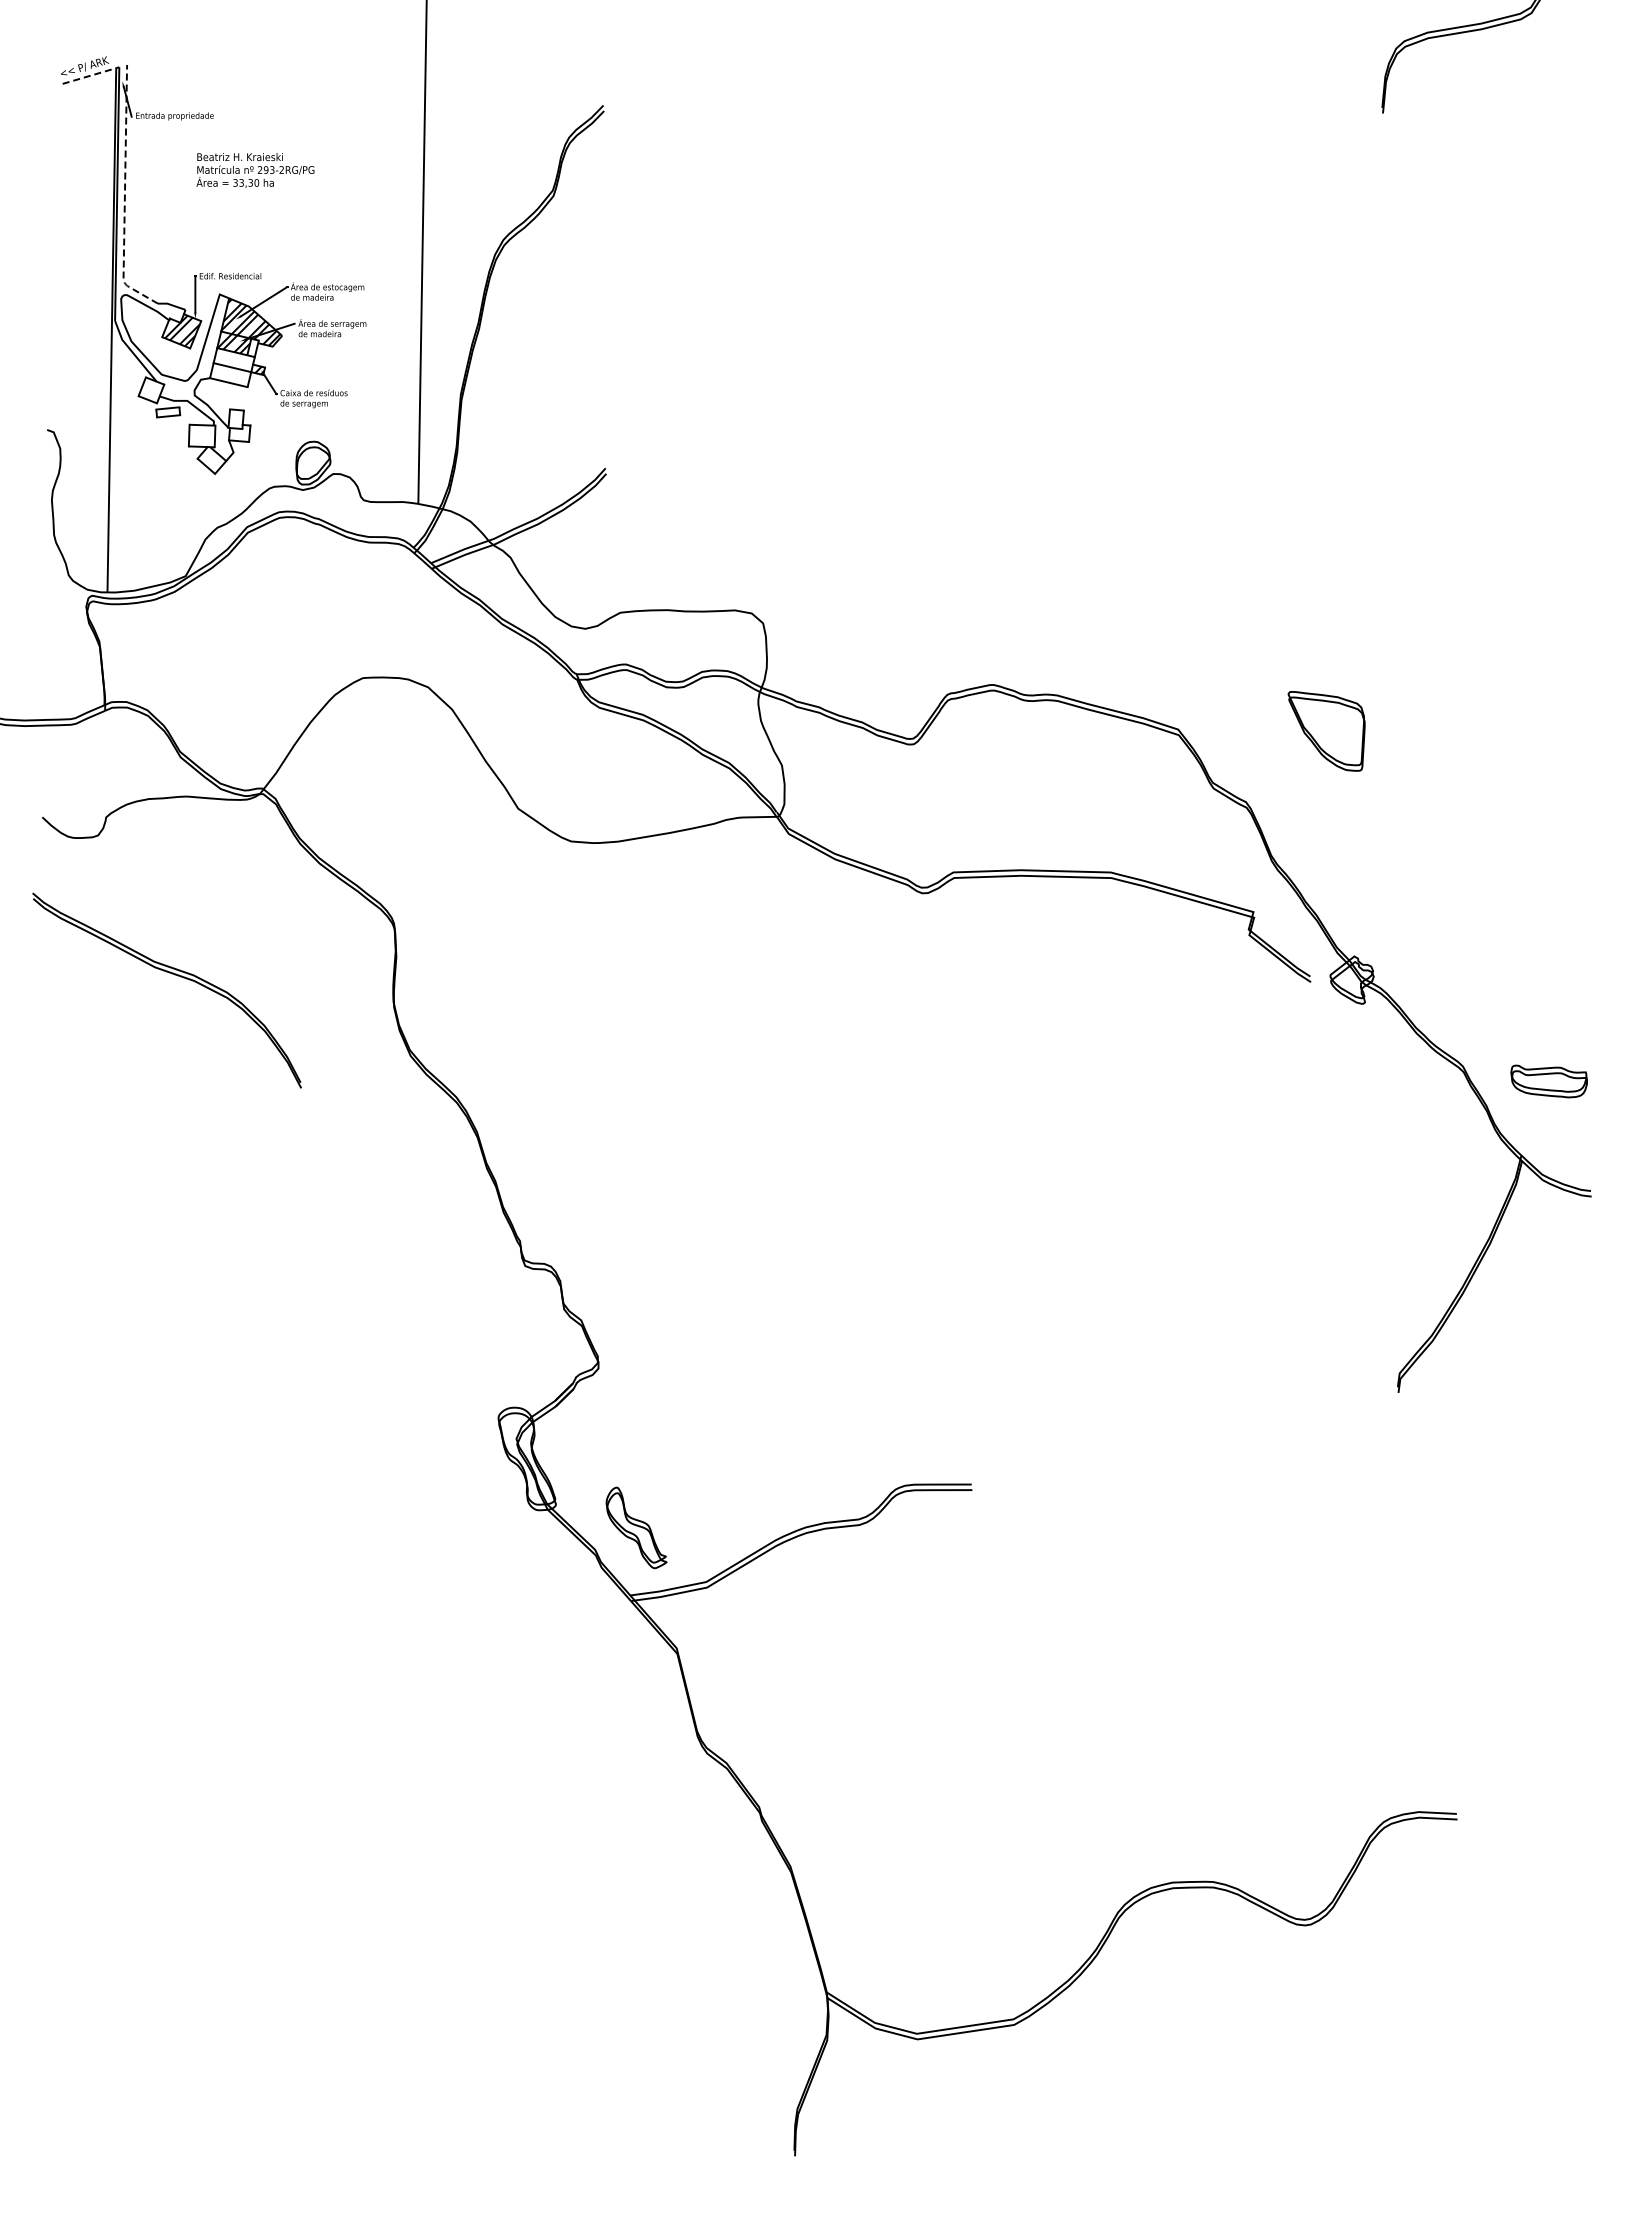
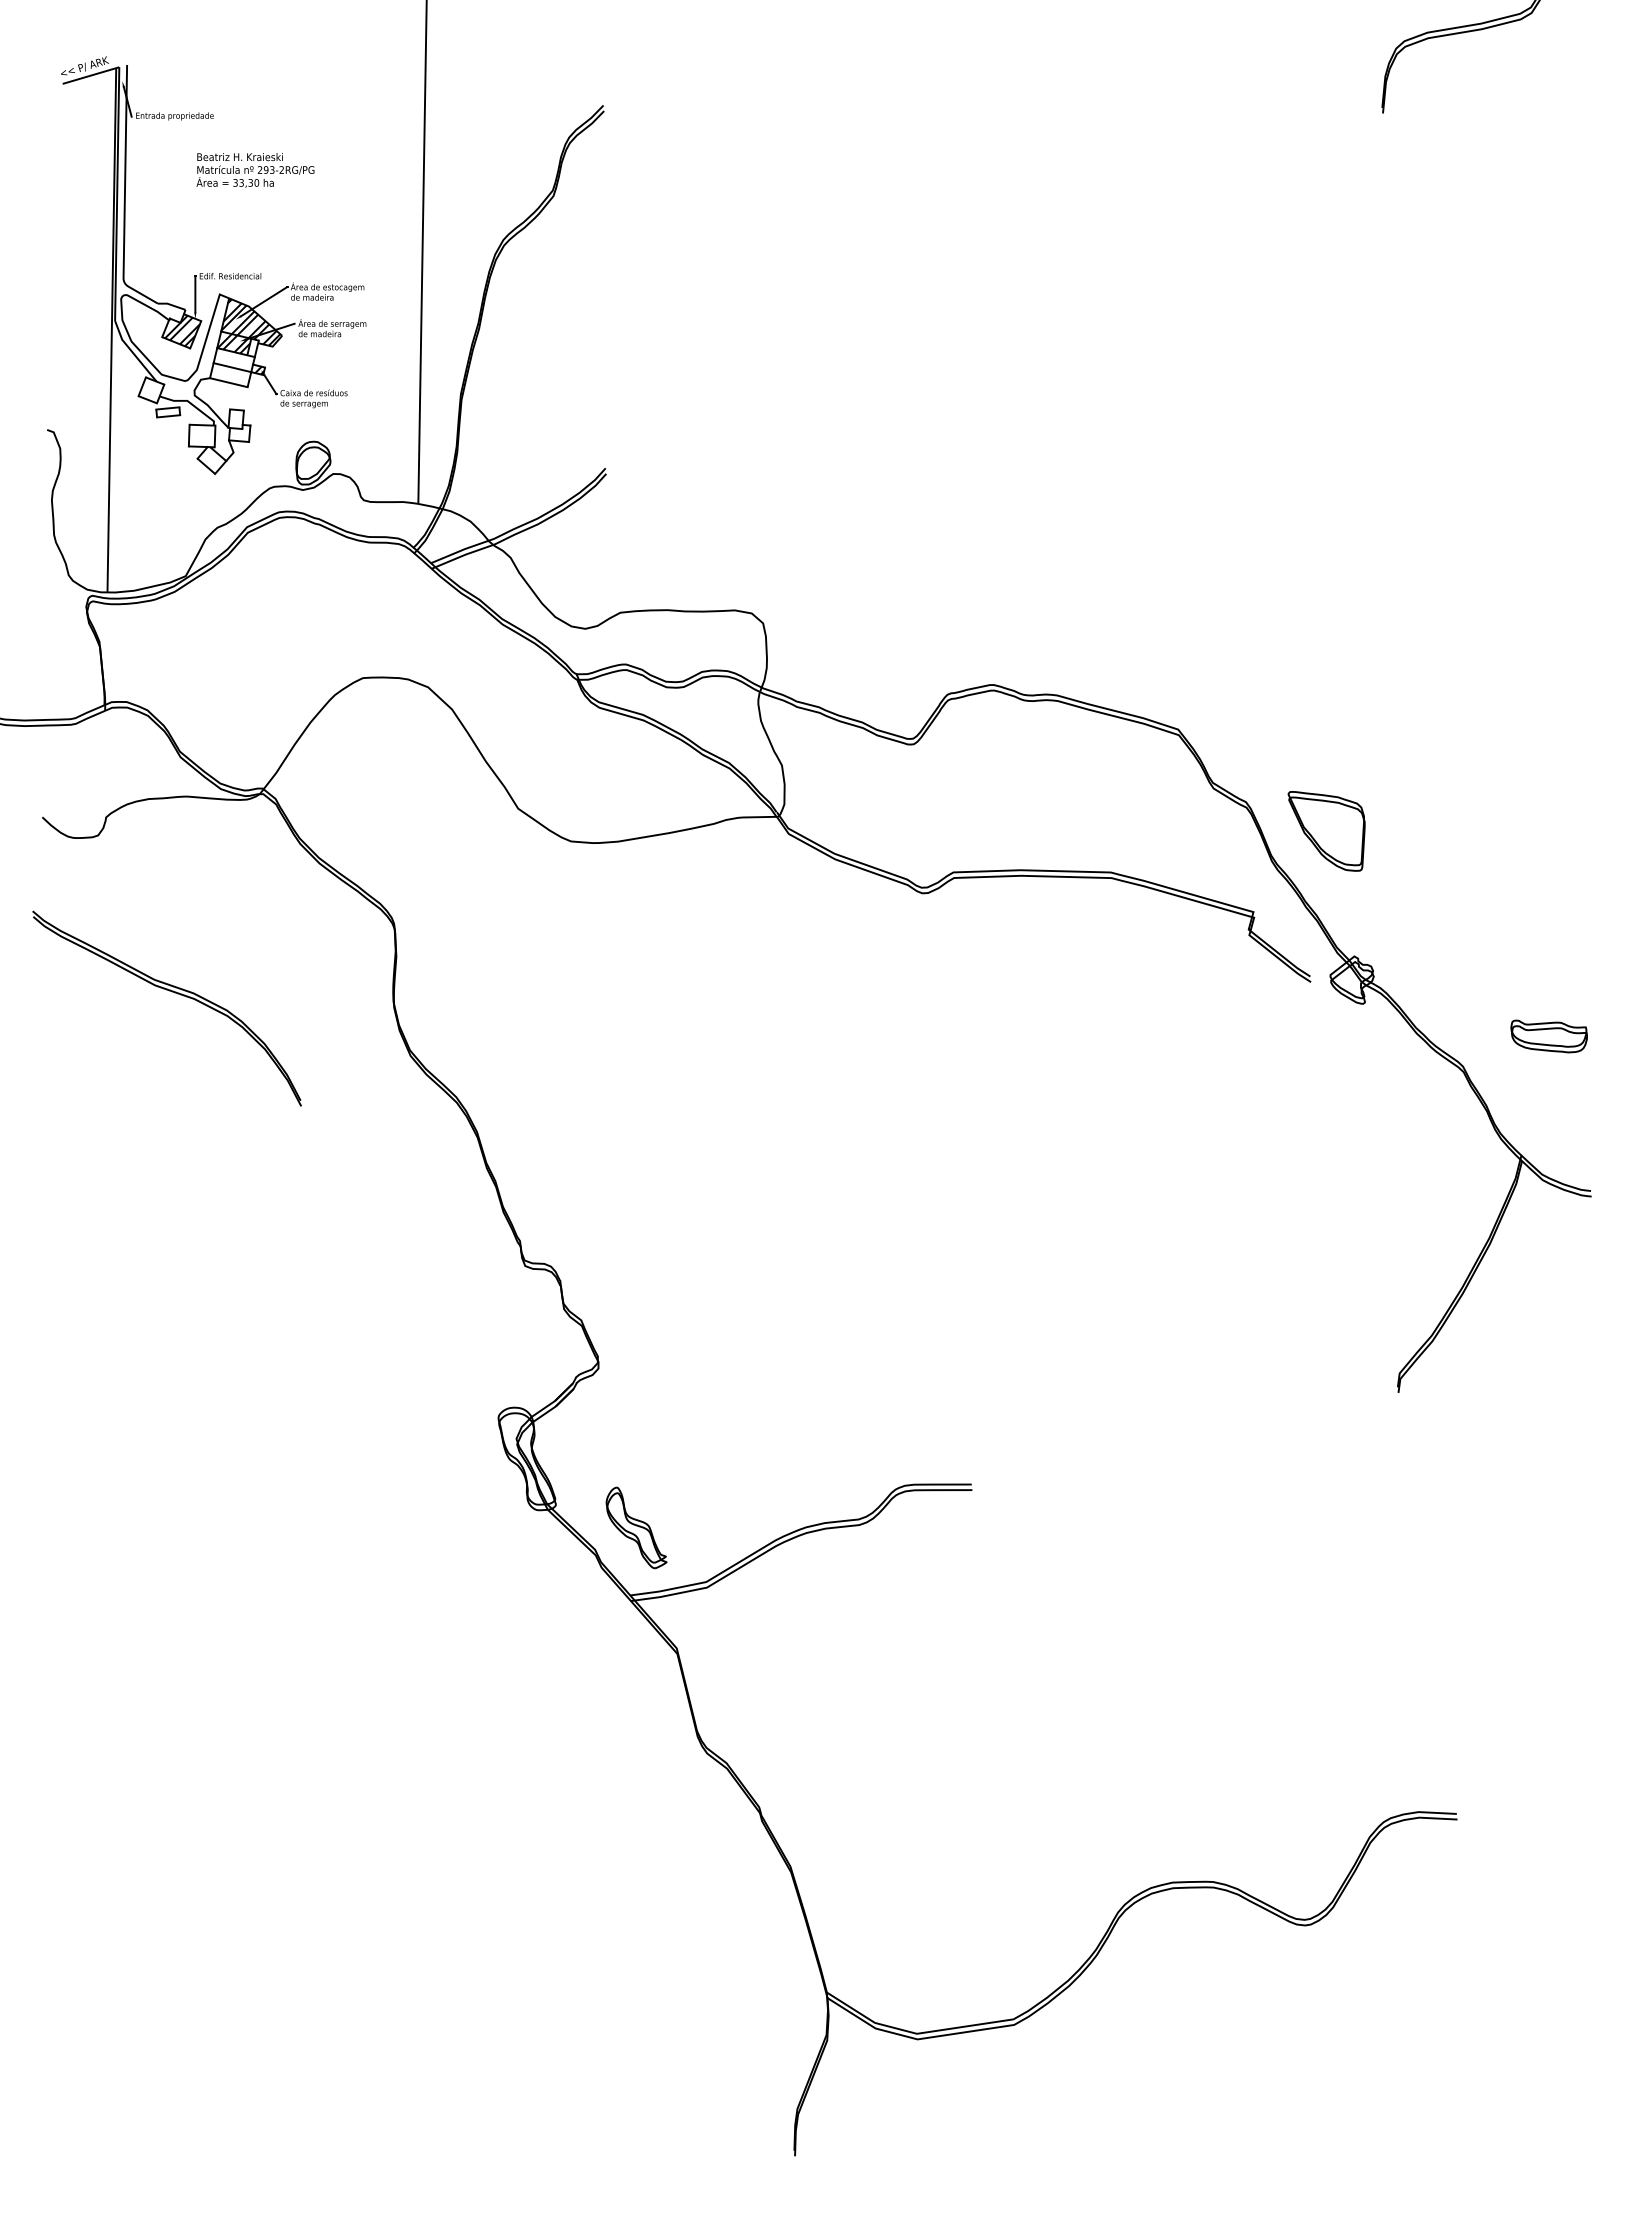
line at (91, 75): dashed -> solid
line at (124, 197): dashed -> solid
part at (1326, 731) position: (1326, 731) -> (1326, 831)
part at (174, 975) position: (174, 975) -> (174, 993)
part at (1548, 1081) position: (1548, 1081) -> (1548, 1036)
